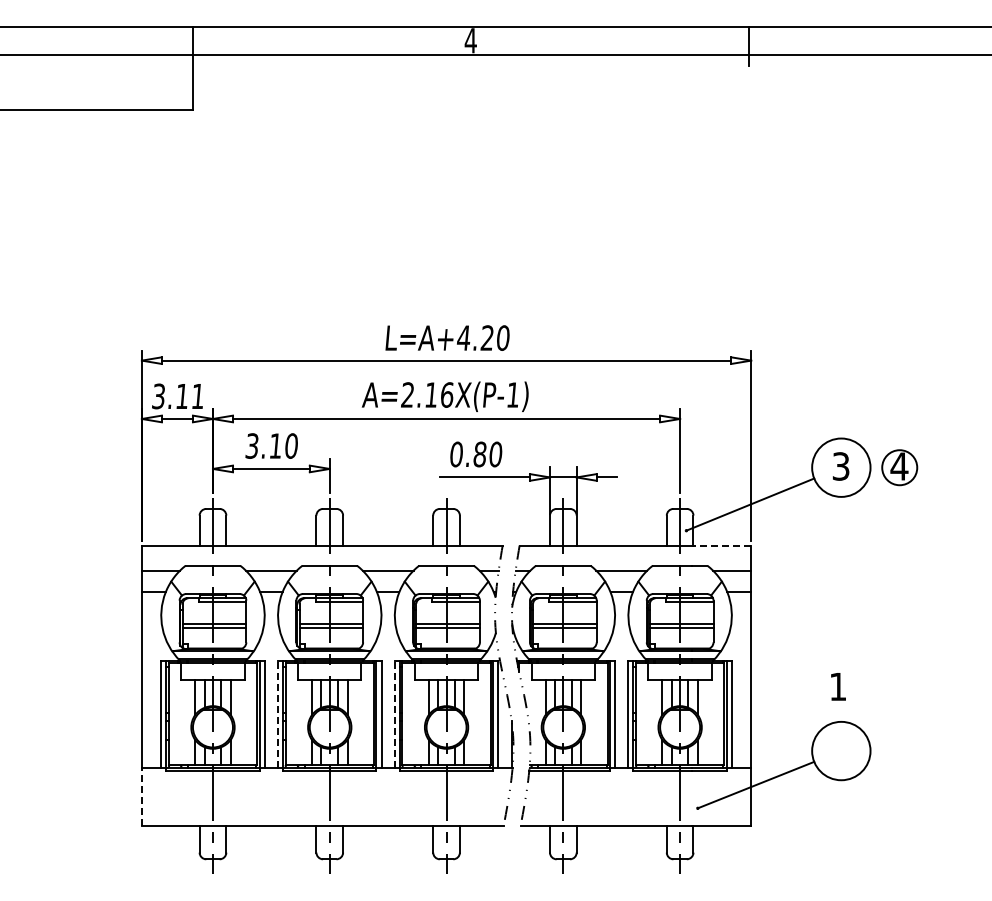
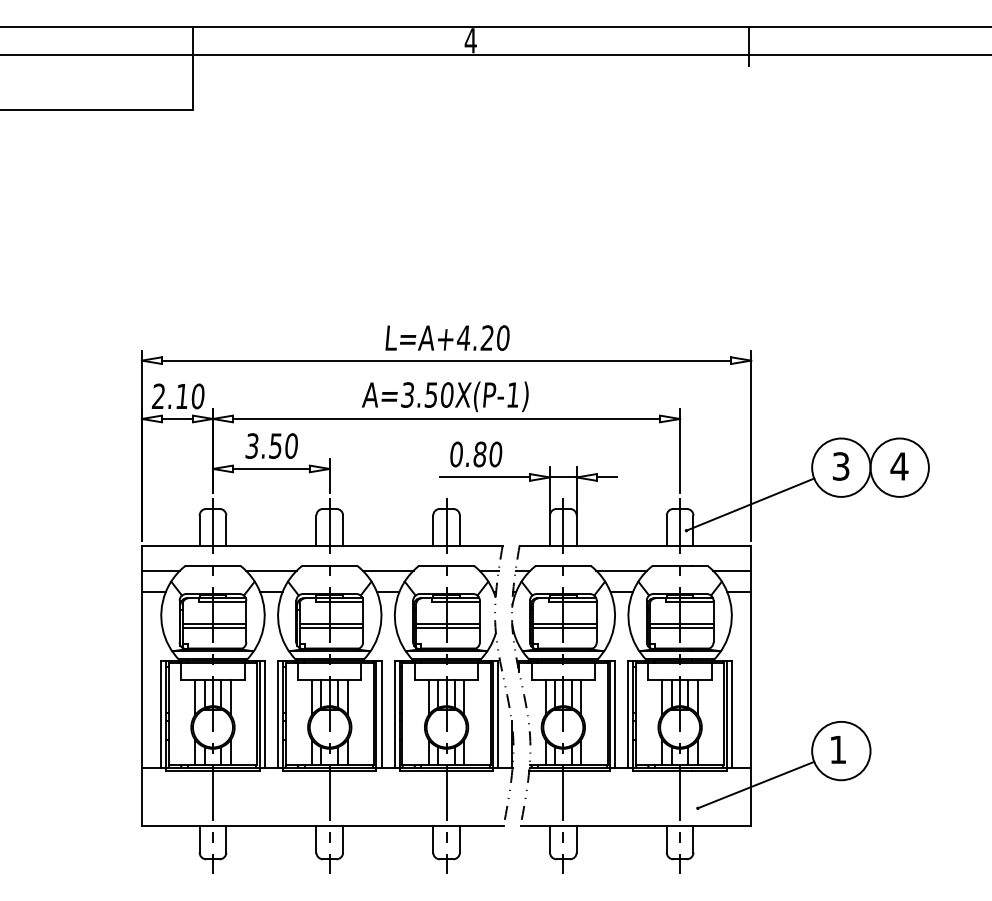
text at (427, 394): A=2.16X(P-1) -> A=3.50X(P-1)
text at (177, 396): 3.11 -> 2.10
text at (275, 445): 3.10 -> 3.50
circle at (899, 467) diameter: 35 px -> 58 px
line at (721, 545): dashed -> solid
text at (838, 686) position: (838, 686) -> (838, 749)
line at (278, 713): dashed -> solid
line at (394, 713): dashed -> solid
line at (141, 796): dashed -> solid
